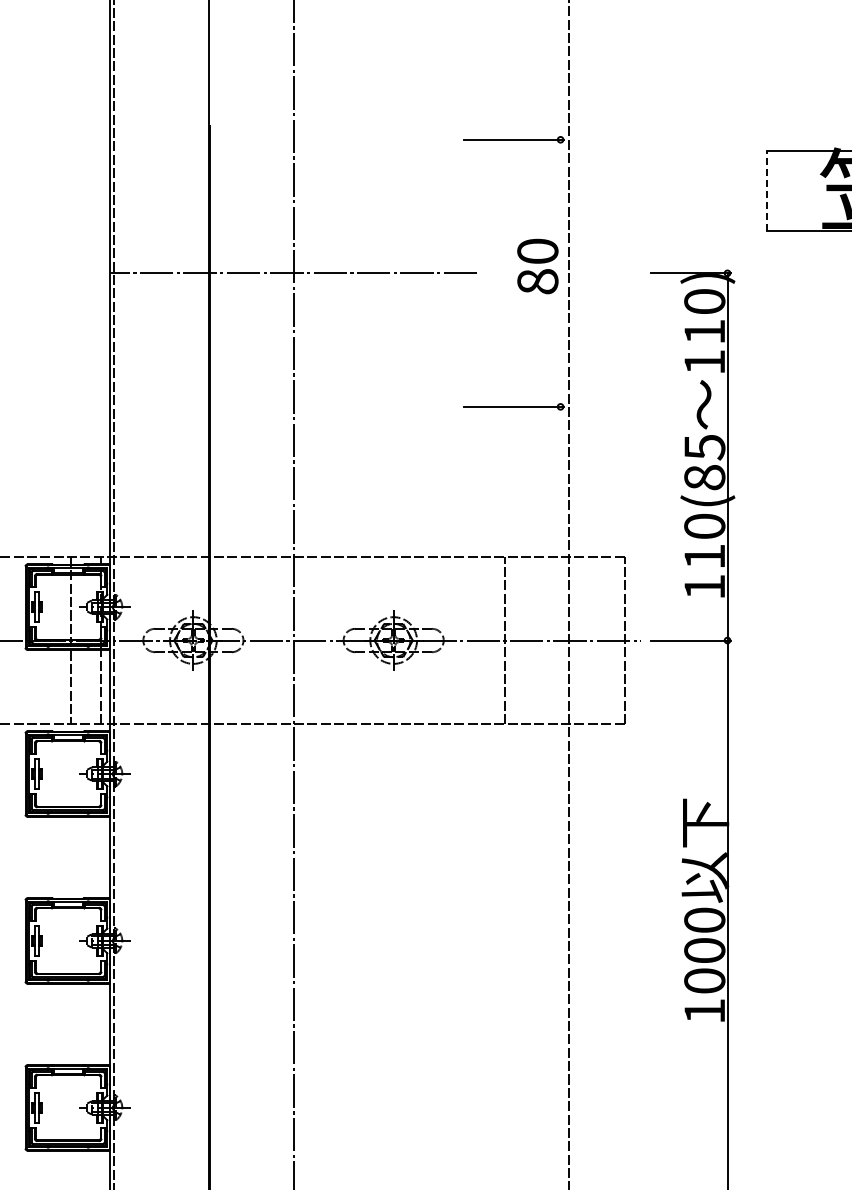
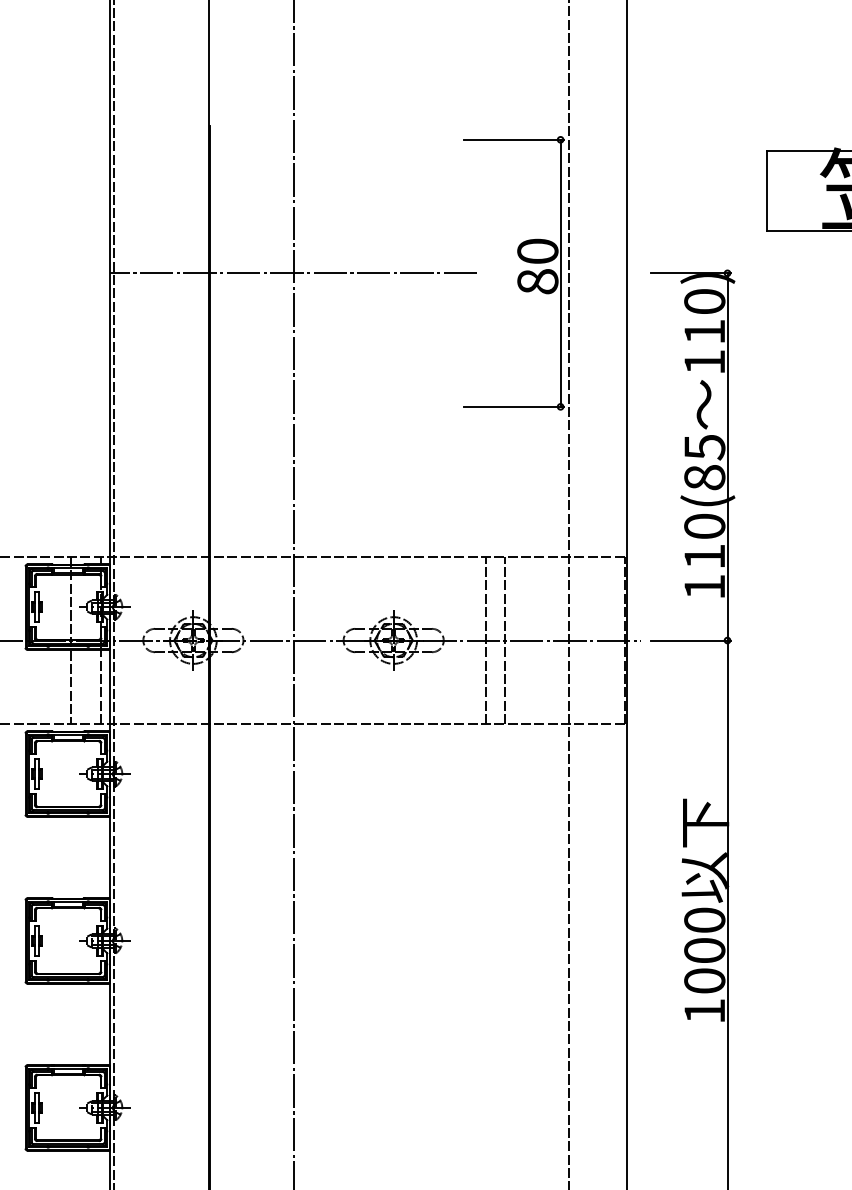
line at (767, 190): dashed -> solid
line at (560, 272): none -> present
line at (627, 594): none -> present
line at (485, 640): none -> present
